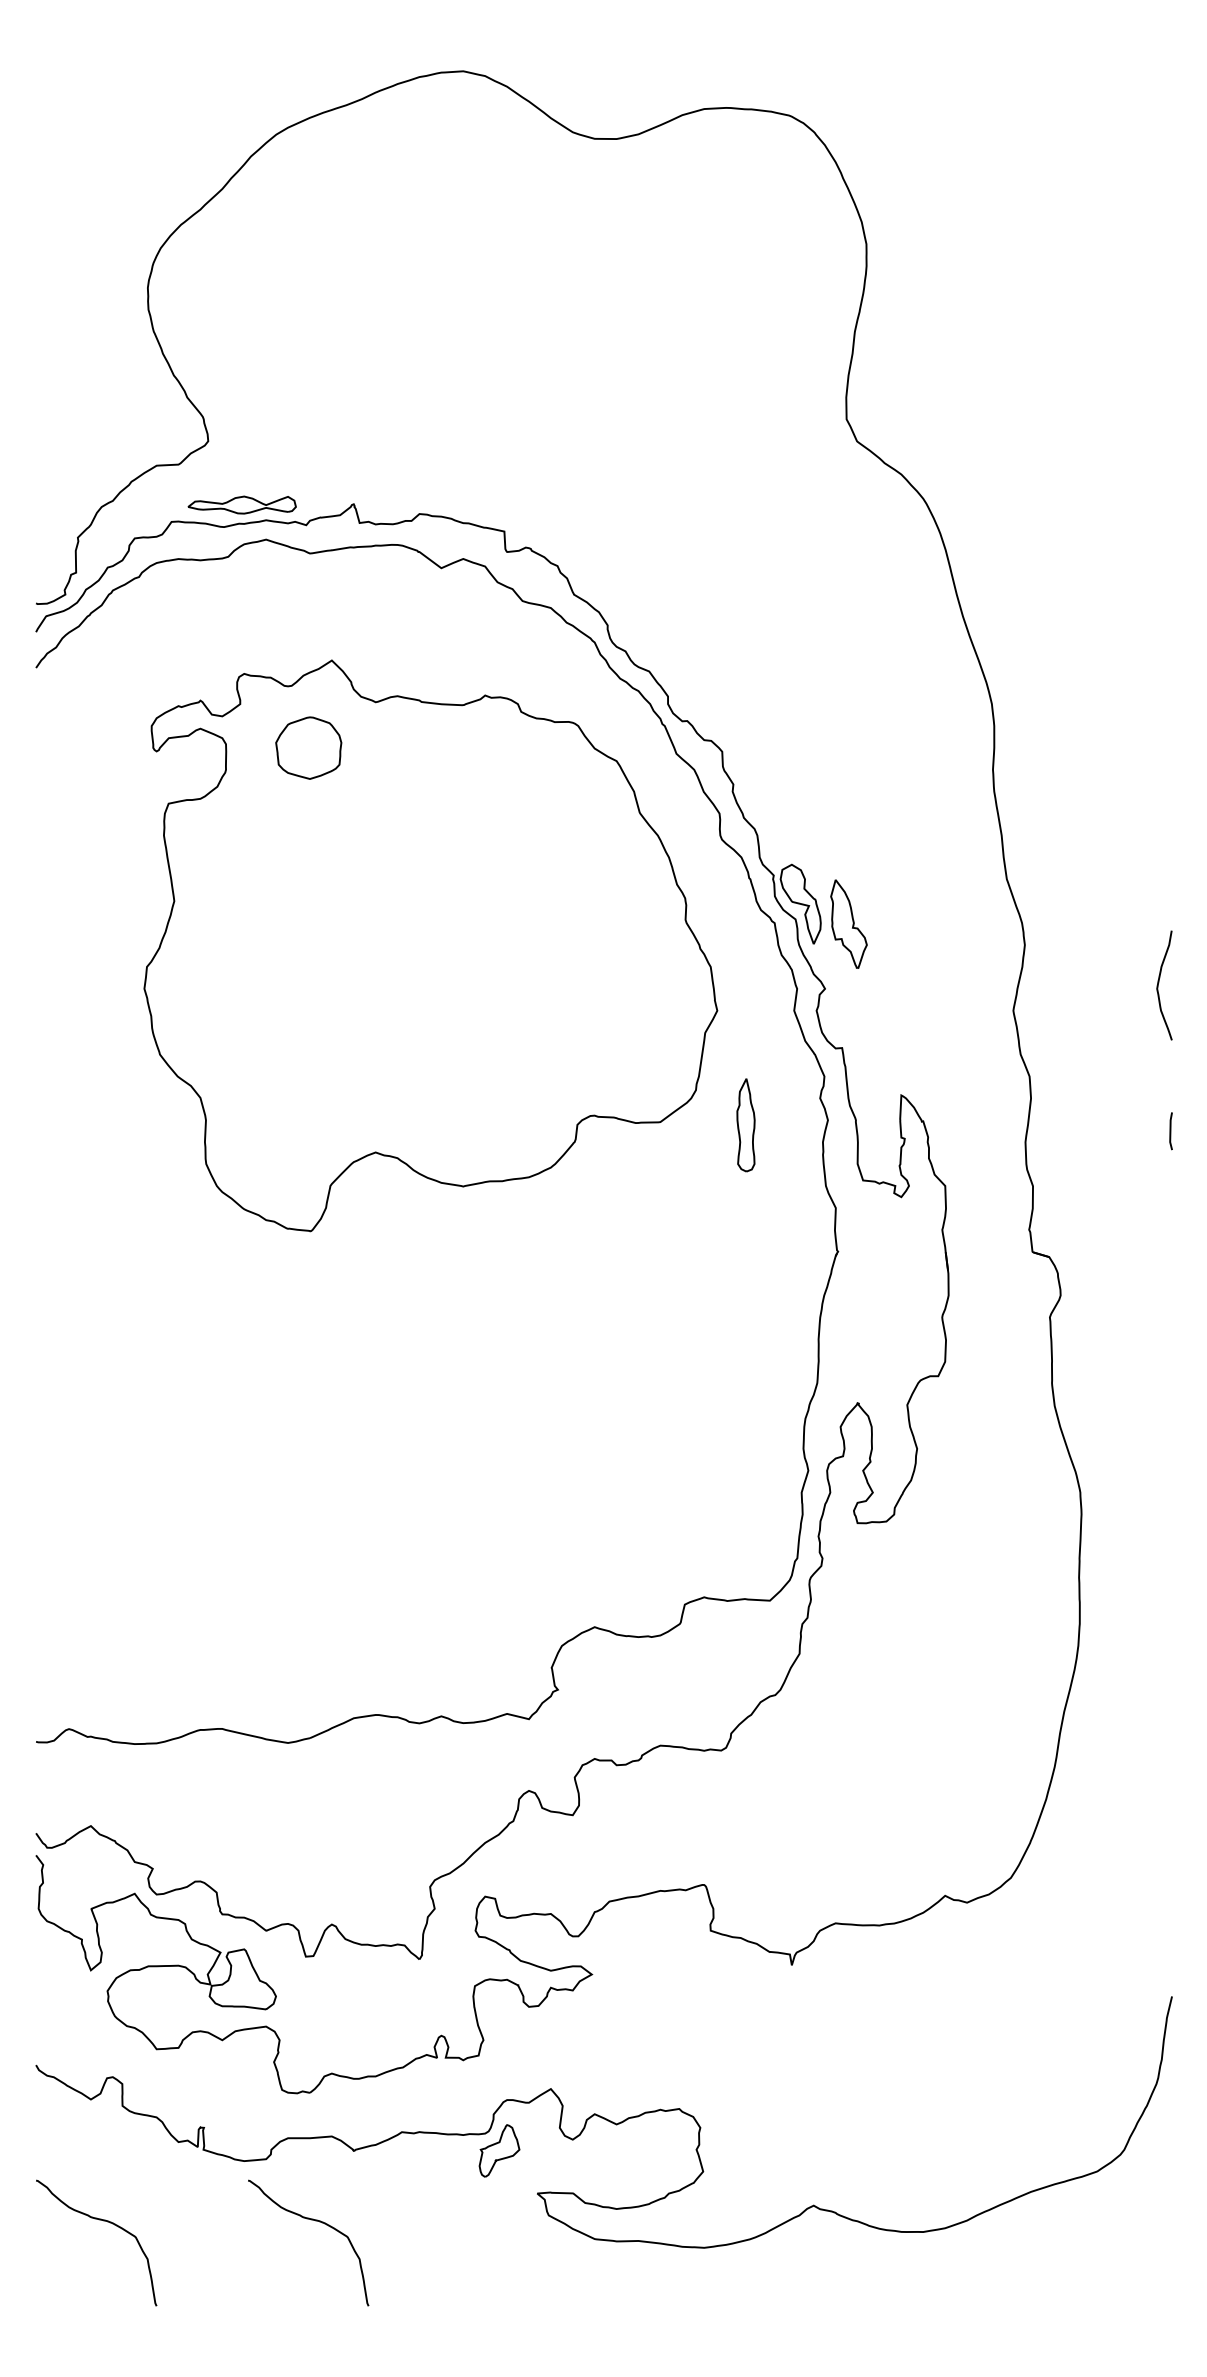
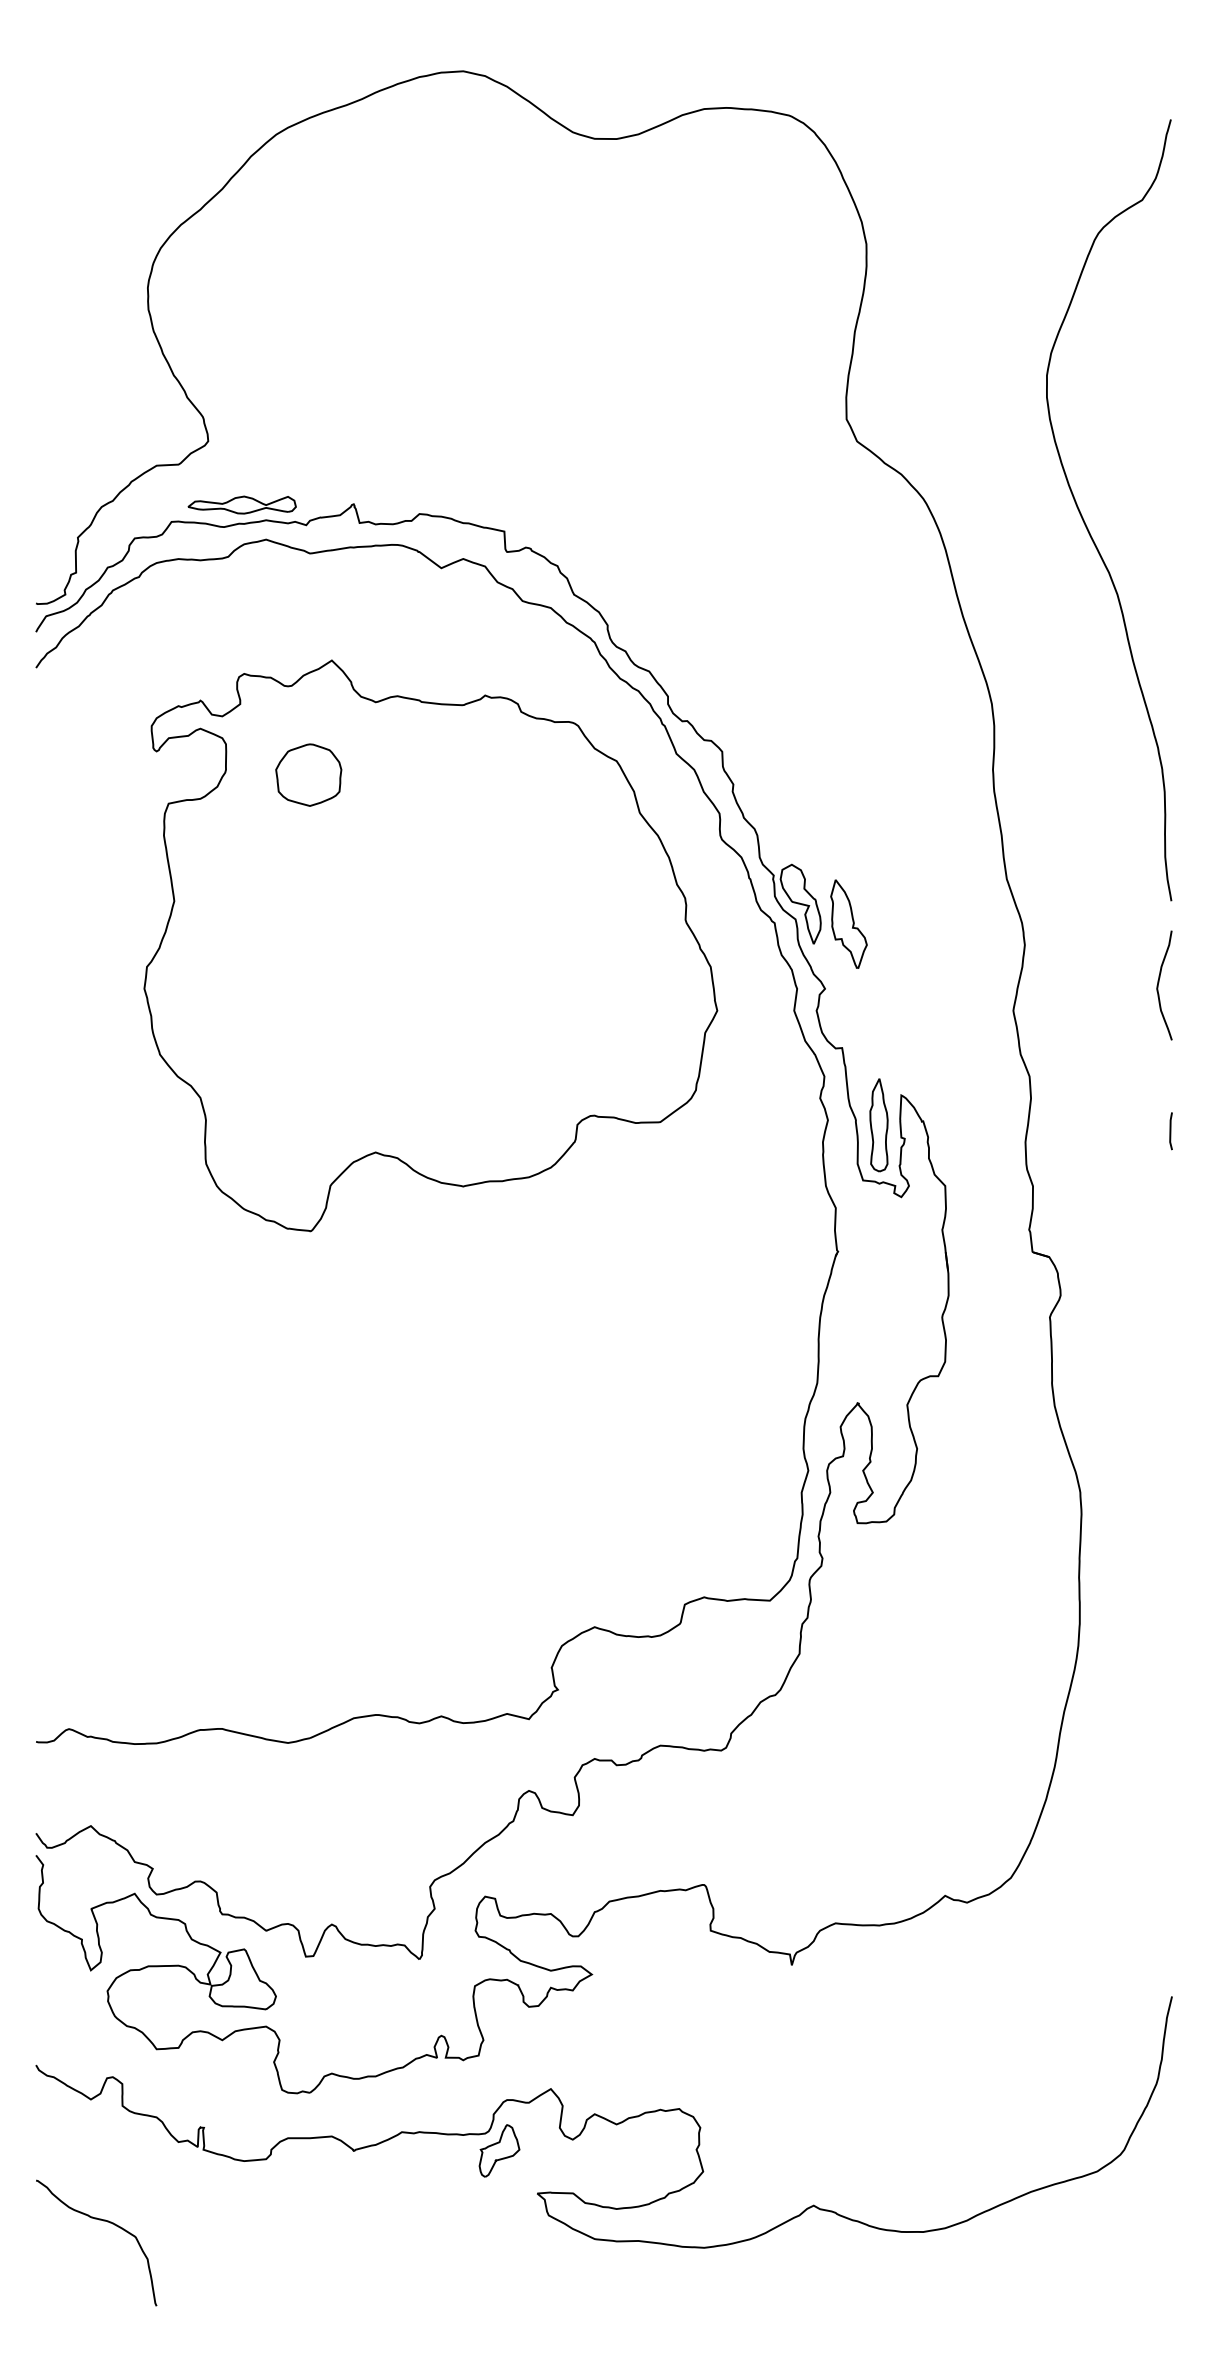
curve at (1085, 522): none -> present
part at (308, 747) position: (308, 747) -> (308, 774)
part at (745, 1125) position: (745, 1125) -> (878, 1125)
curve at (315, 2221): present -> none
